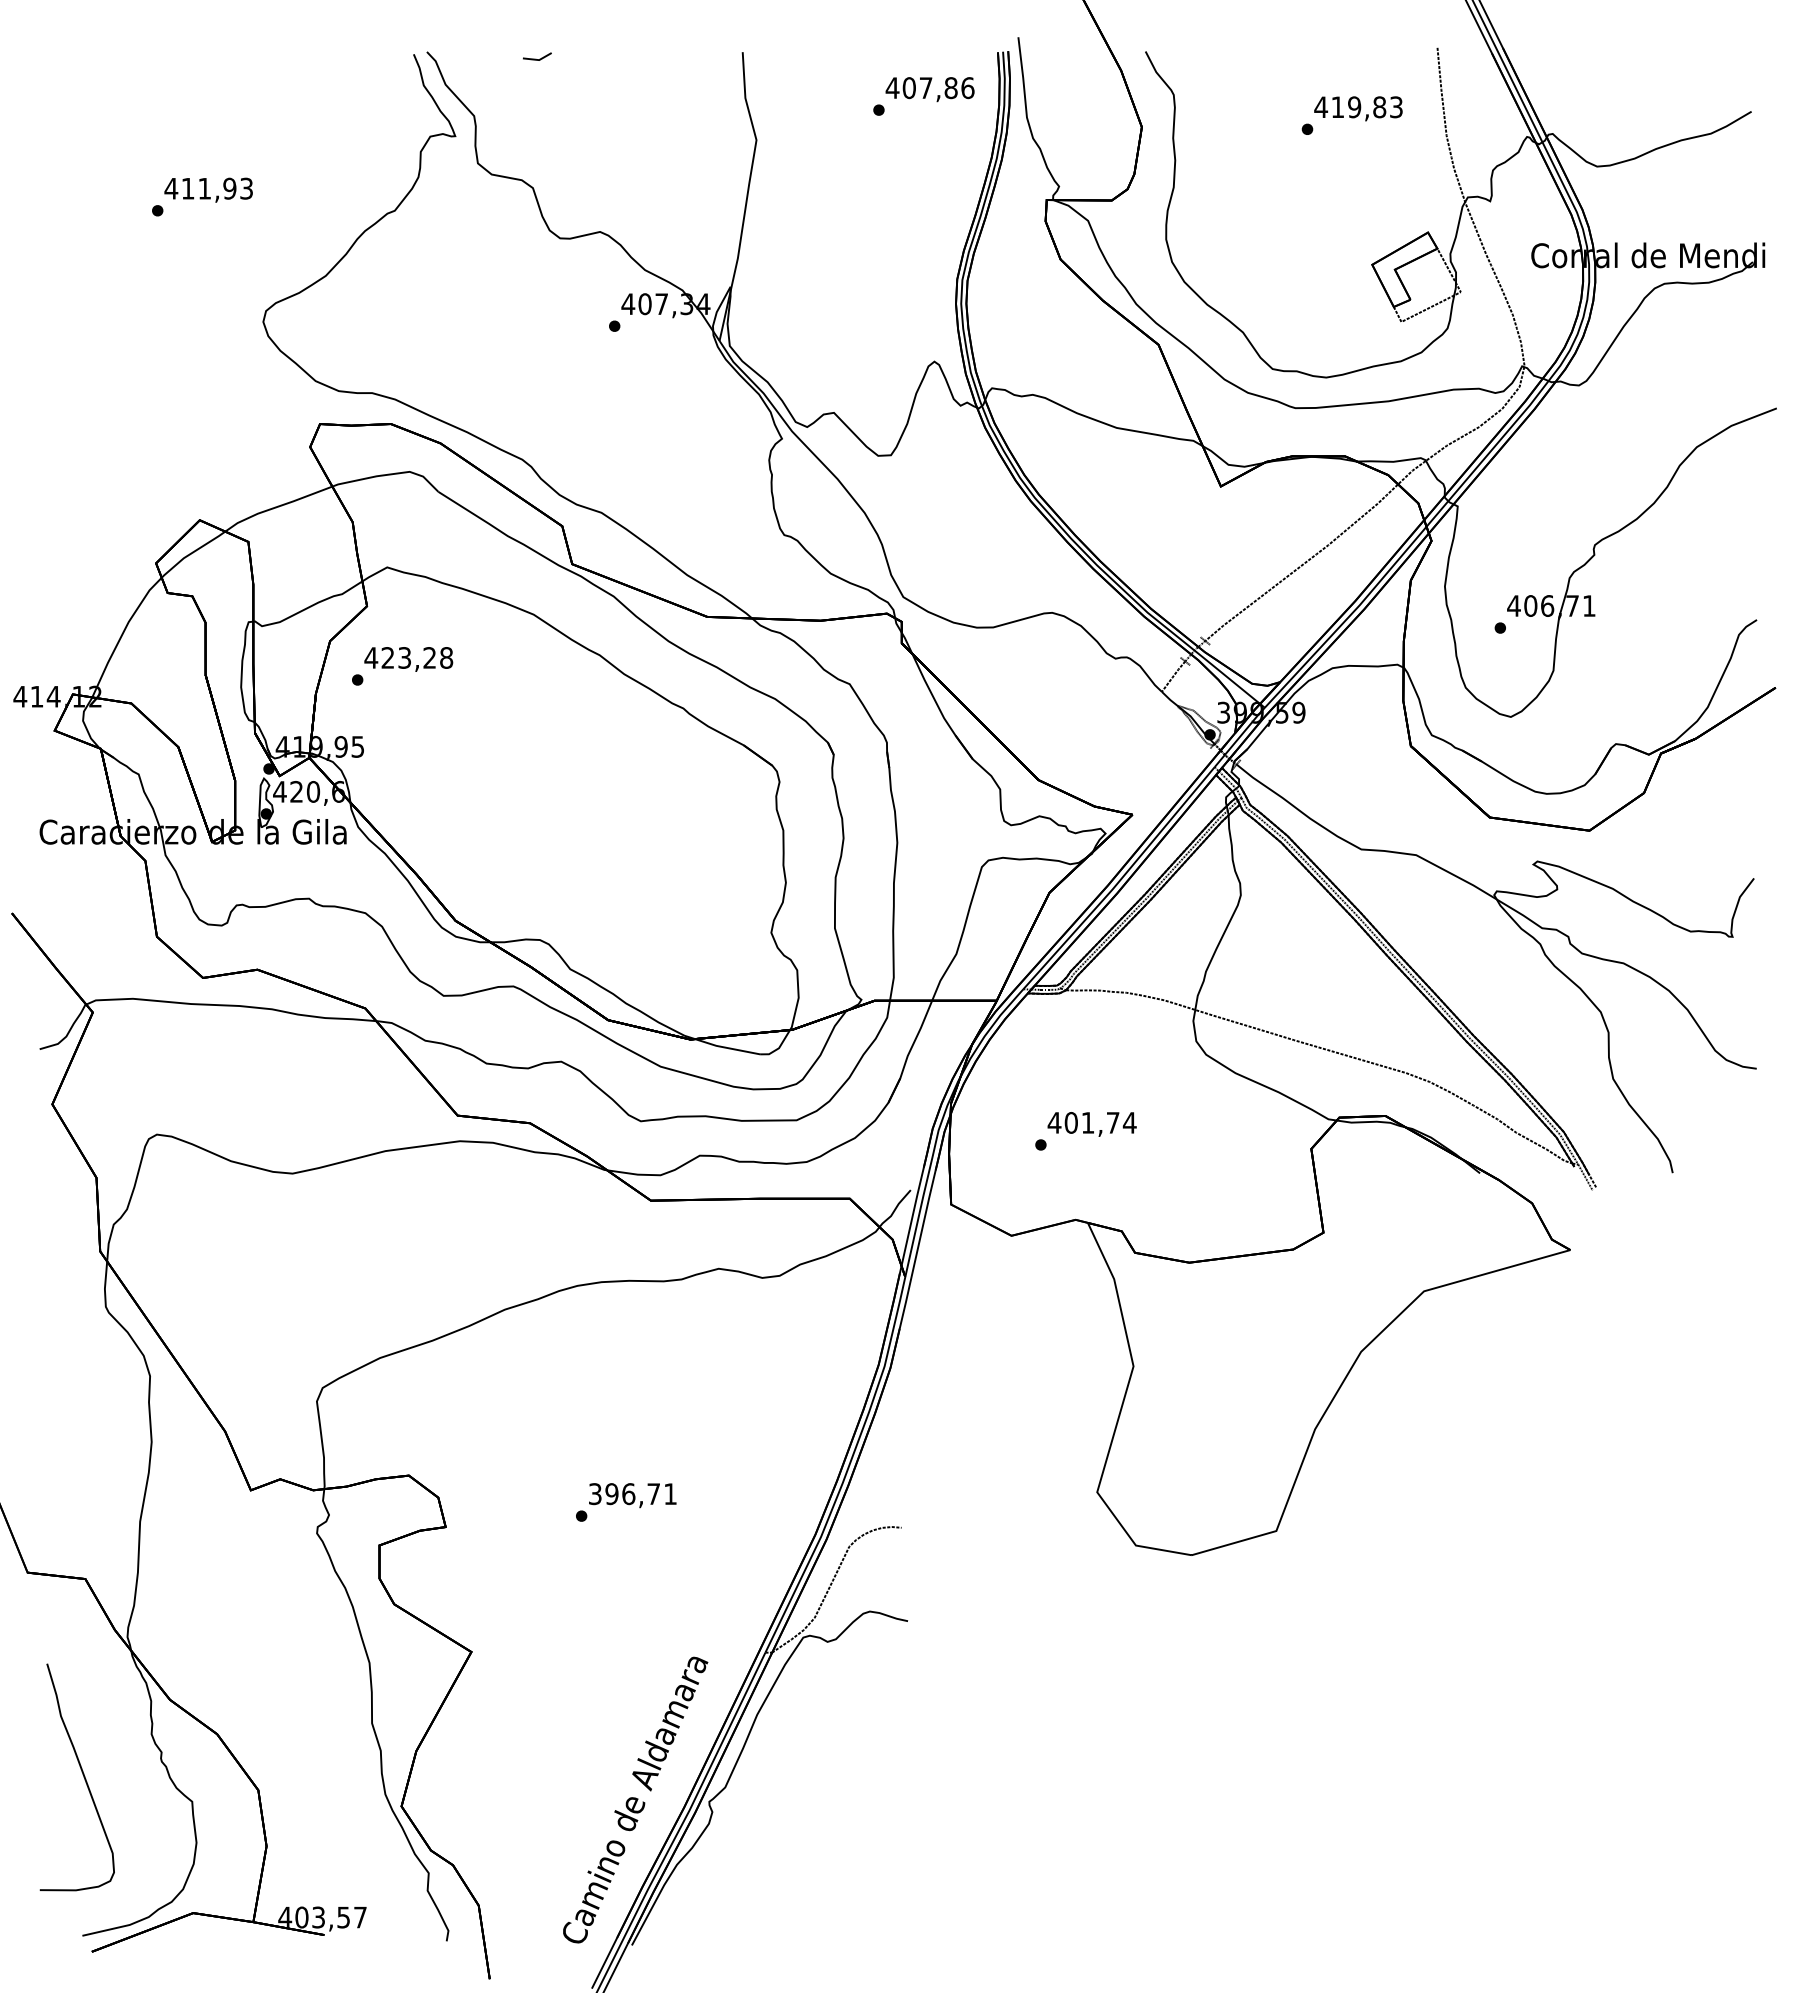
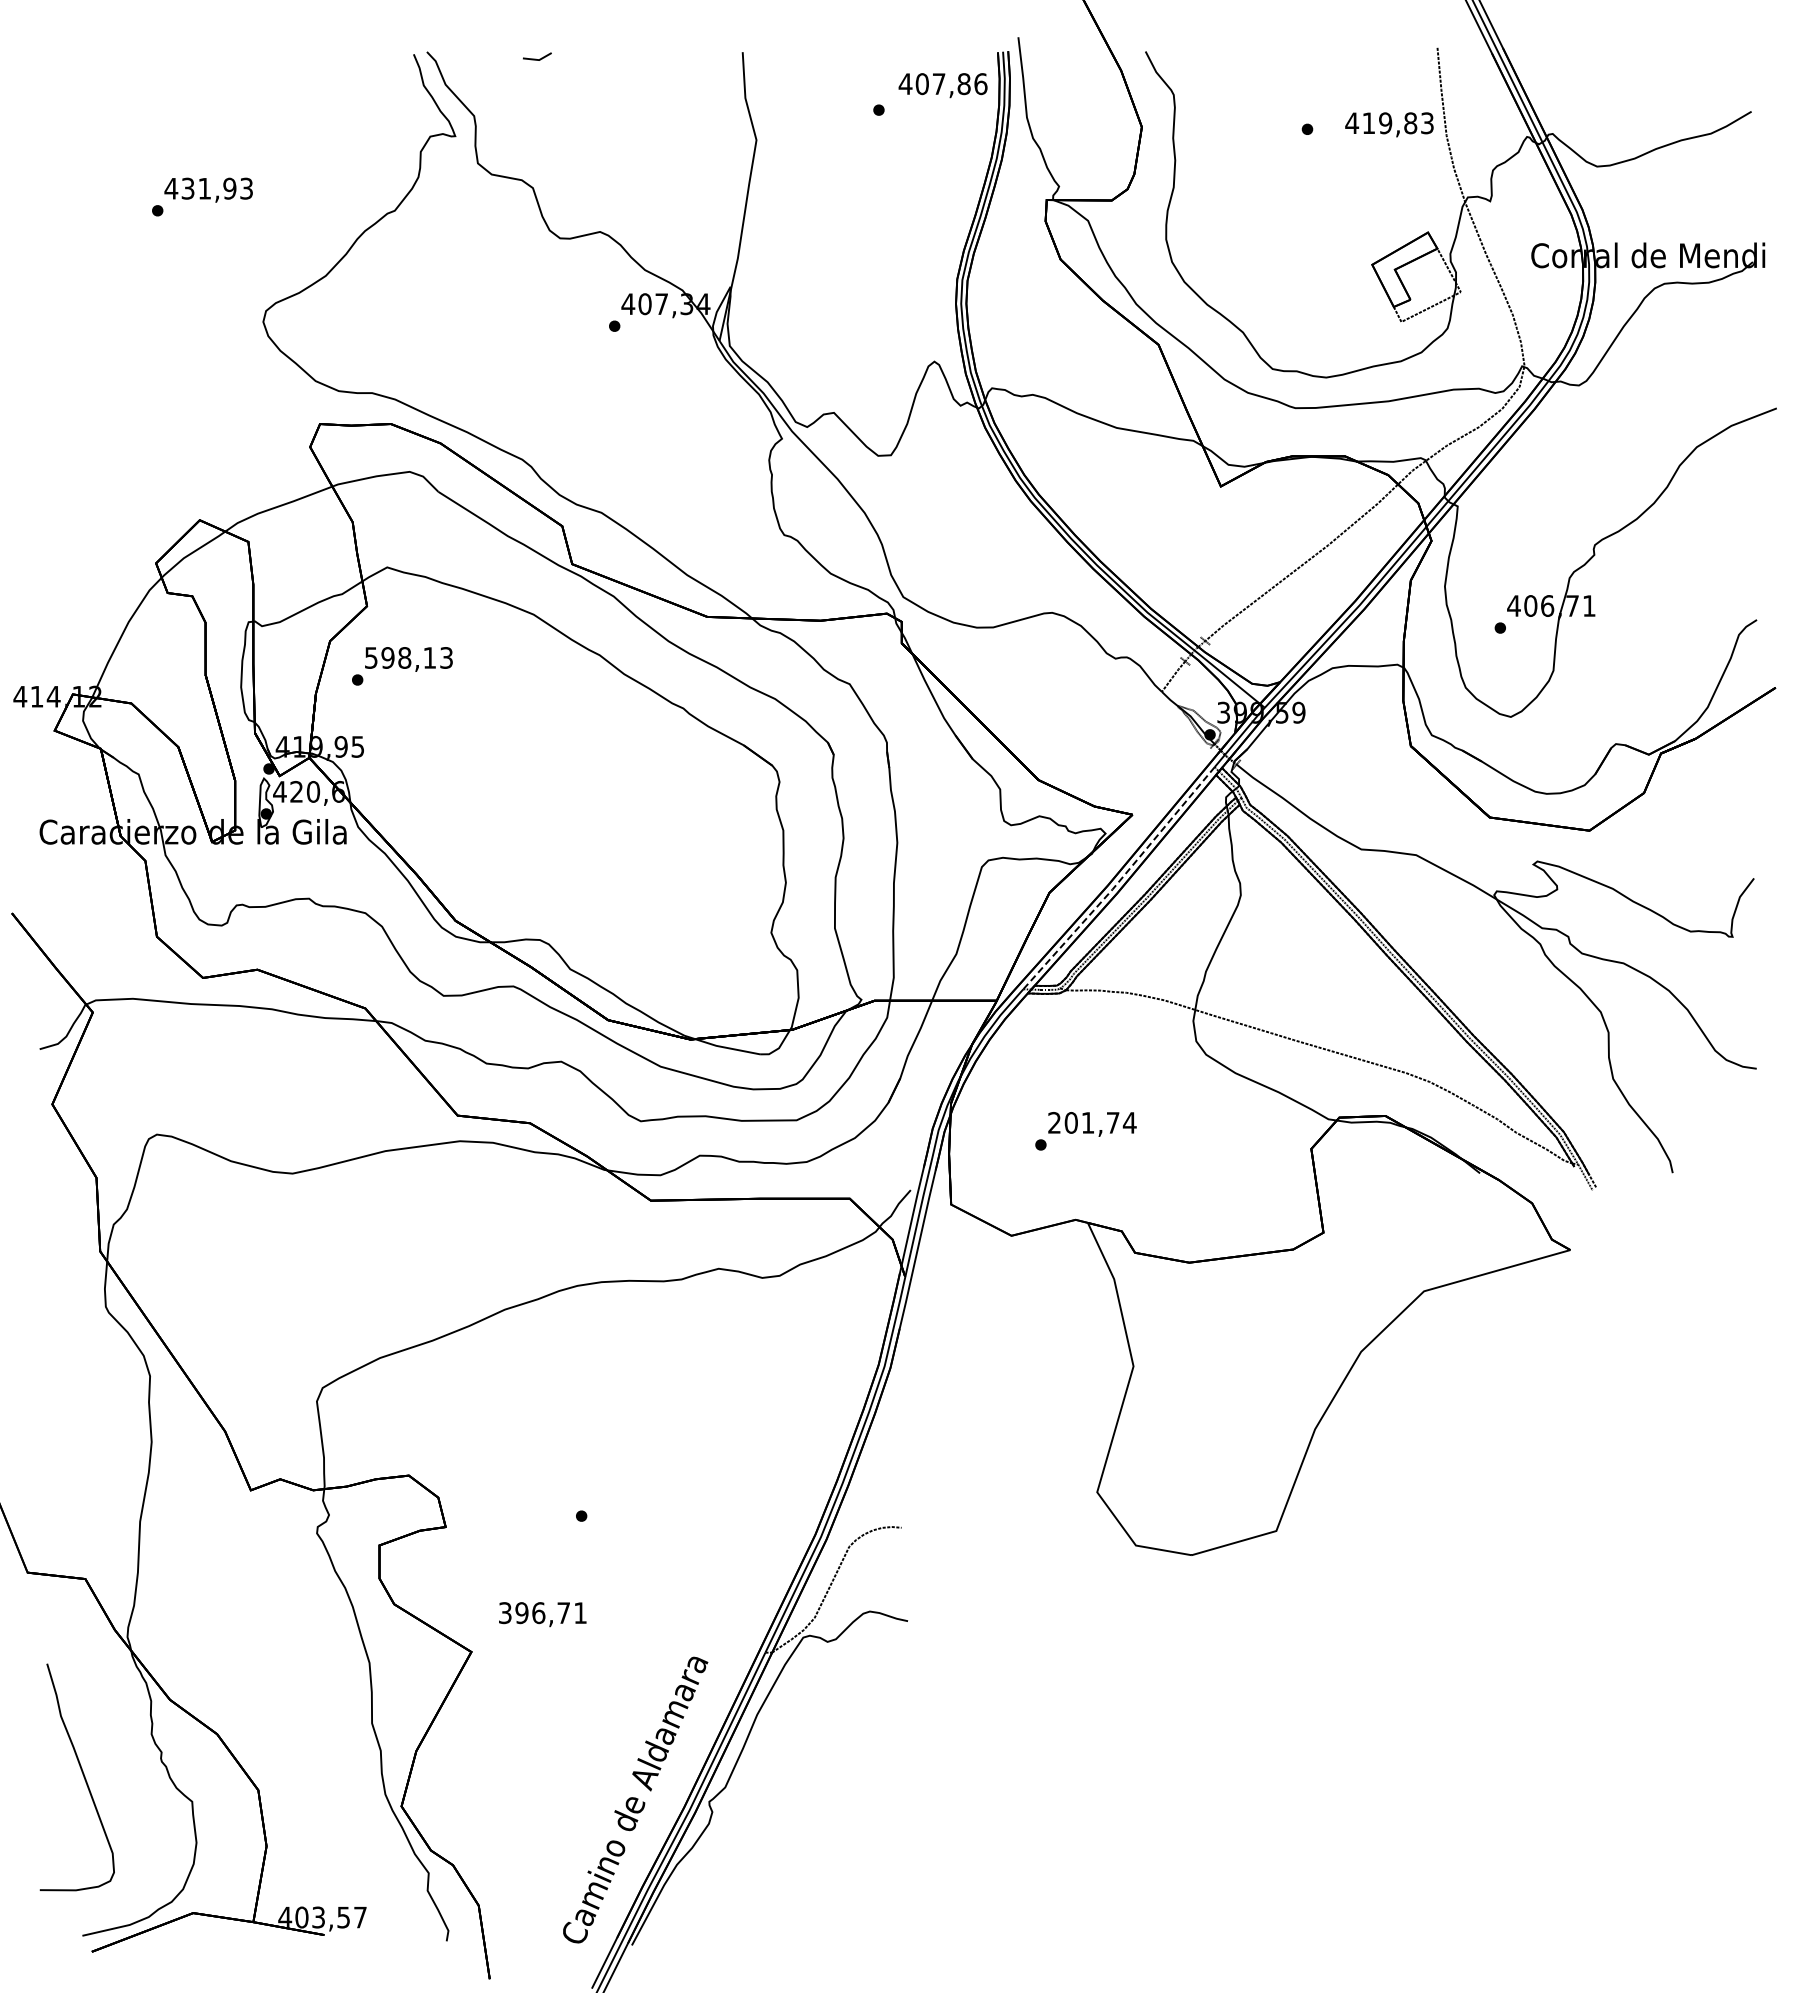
text at (929, 89) position: (929, 89) -> (942, 85)
text at (1358, 108) position: (1358, 108) -> (1389, 124)
text at (187, 188): 411,93 -> 431,93
text at (408, 657): 423,28 -> 598,13
line at (1120, 880): solid -> dashed
text at (1054, 1122): 401,74 -> 201,74
text at (632, 1495) position: (632, 1495) -> (542, 1614)
